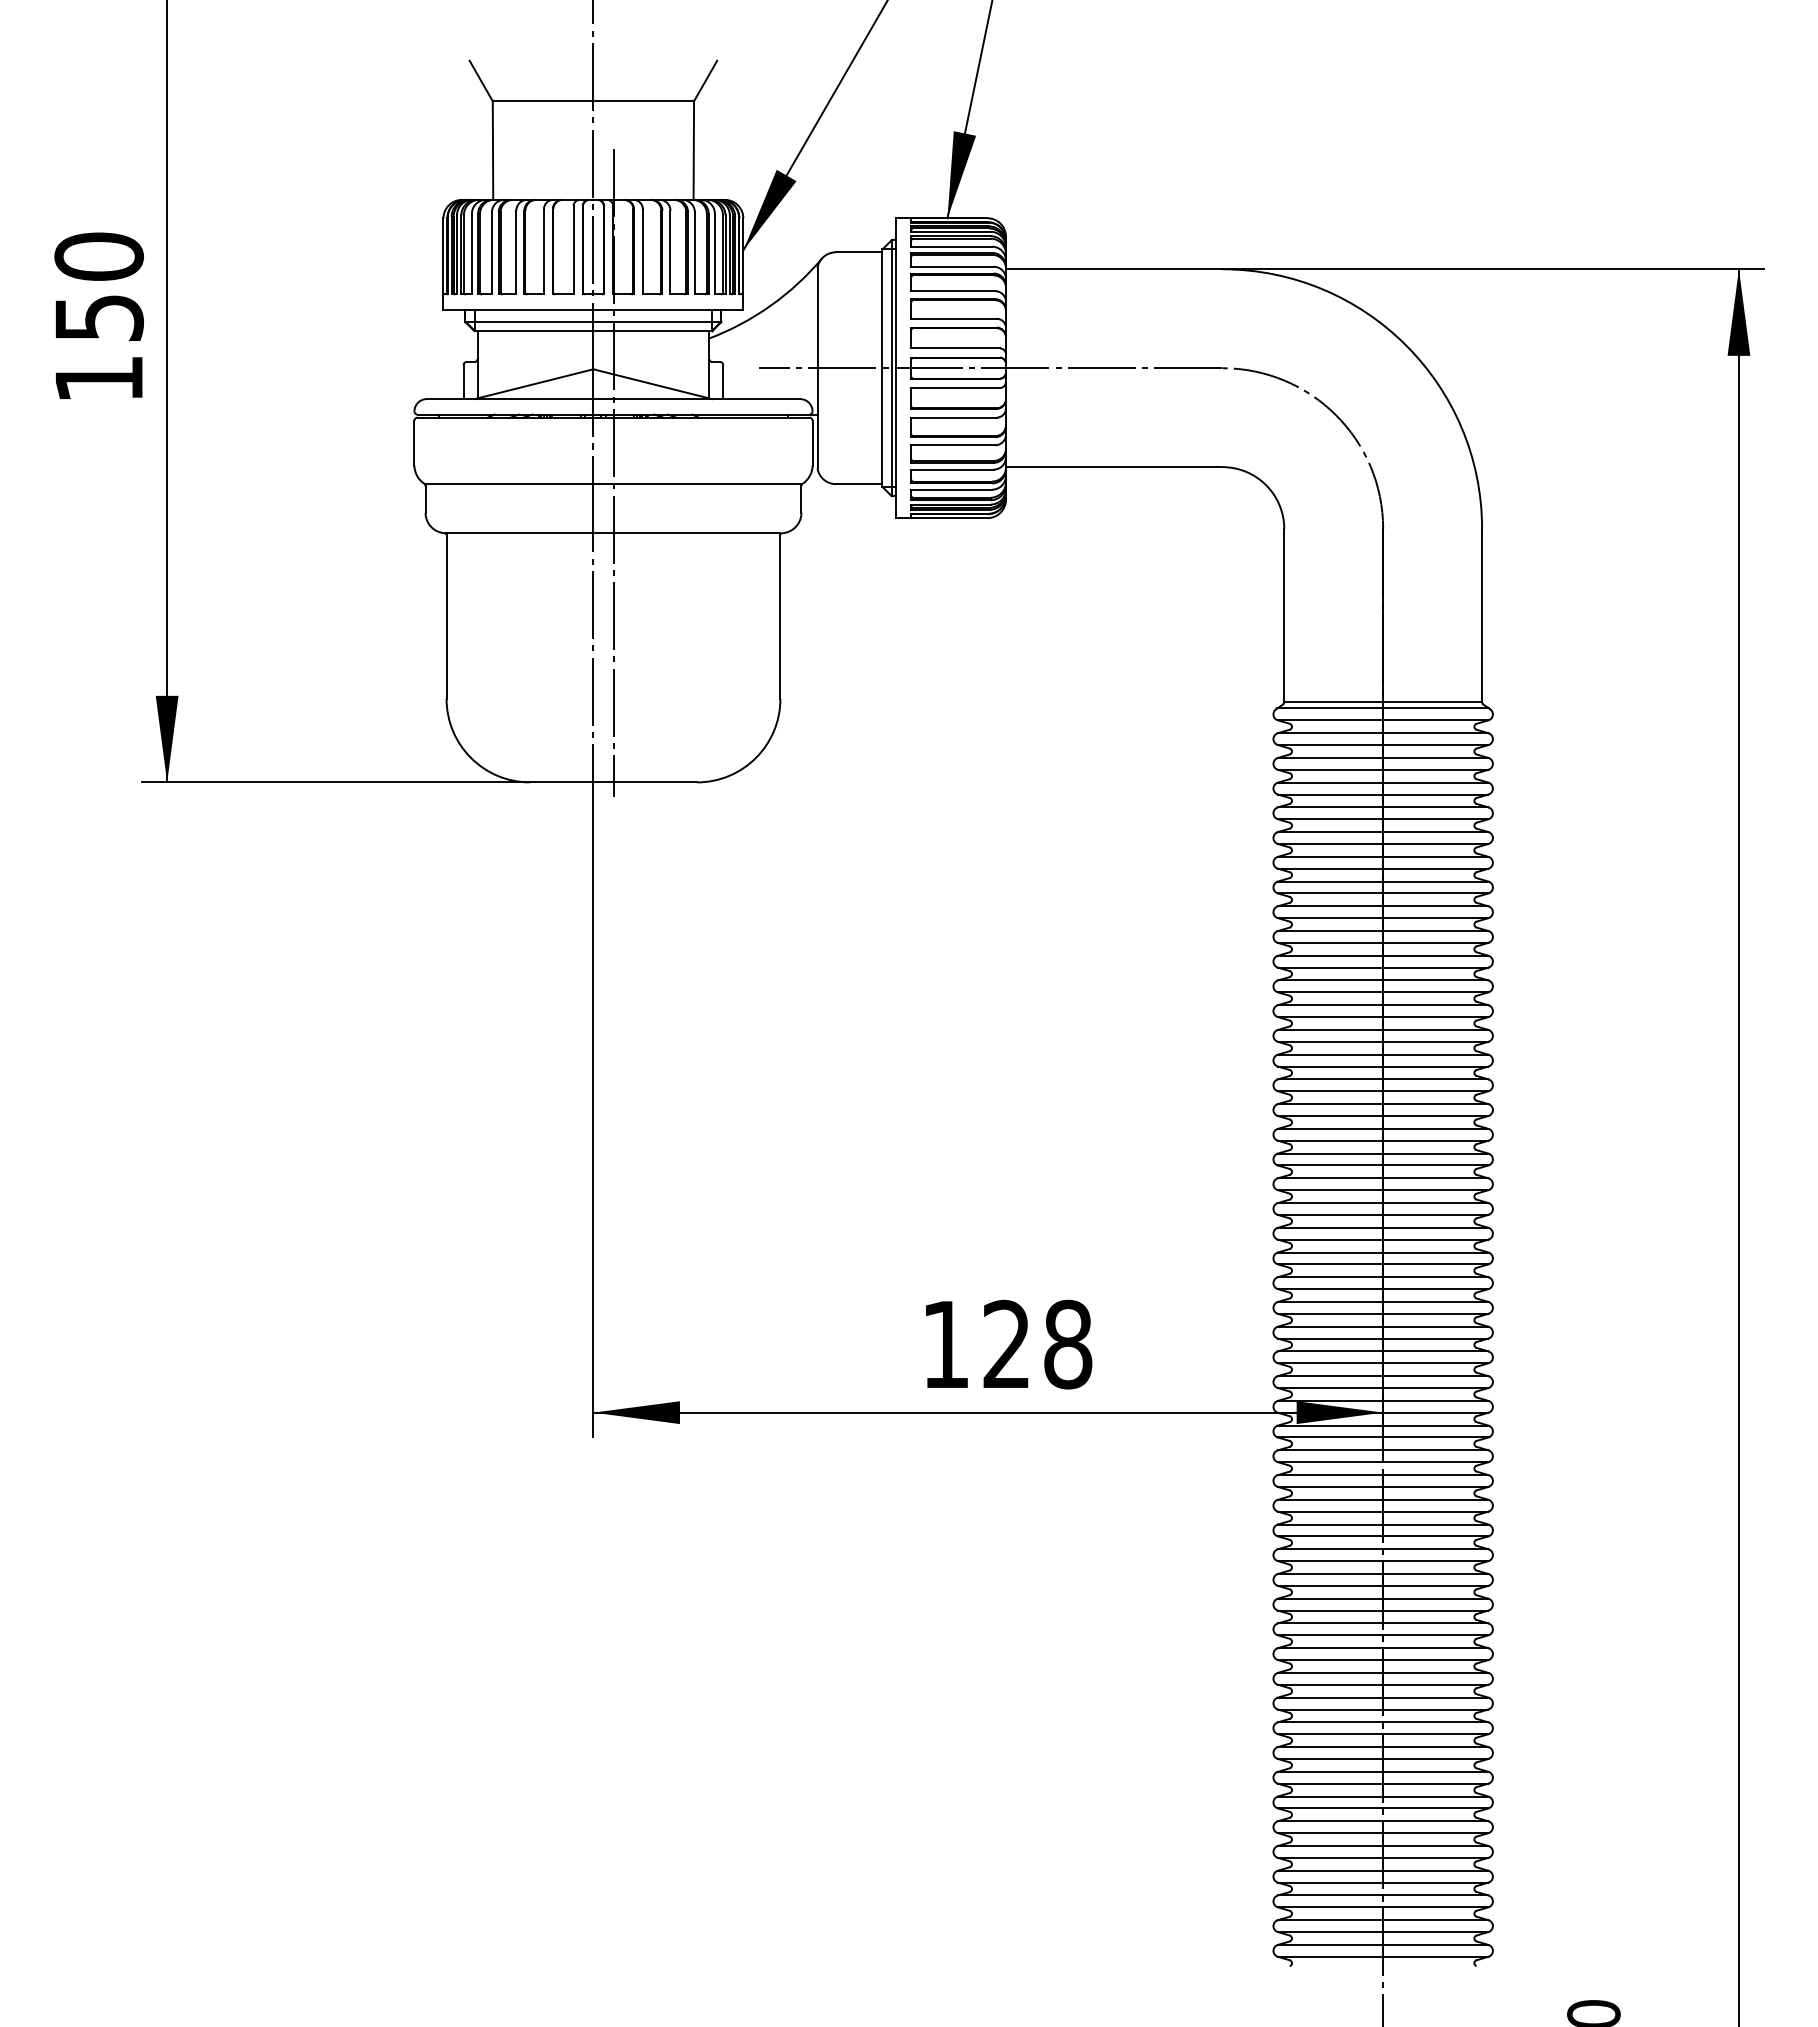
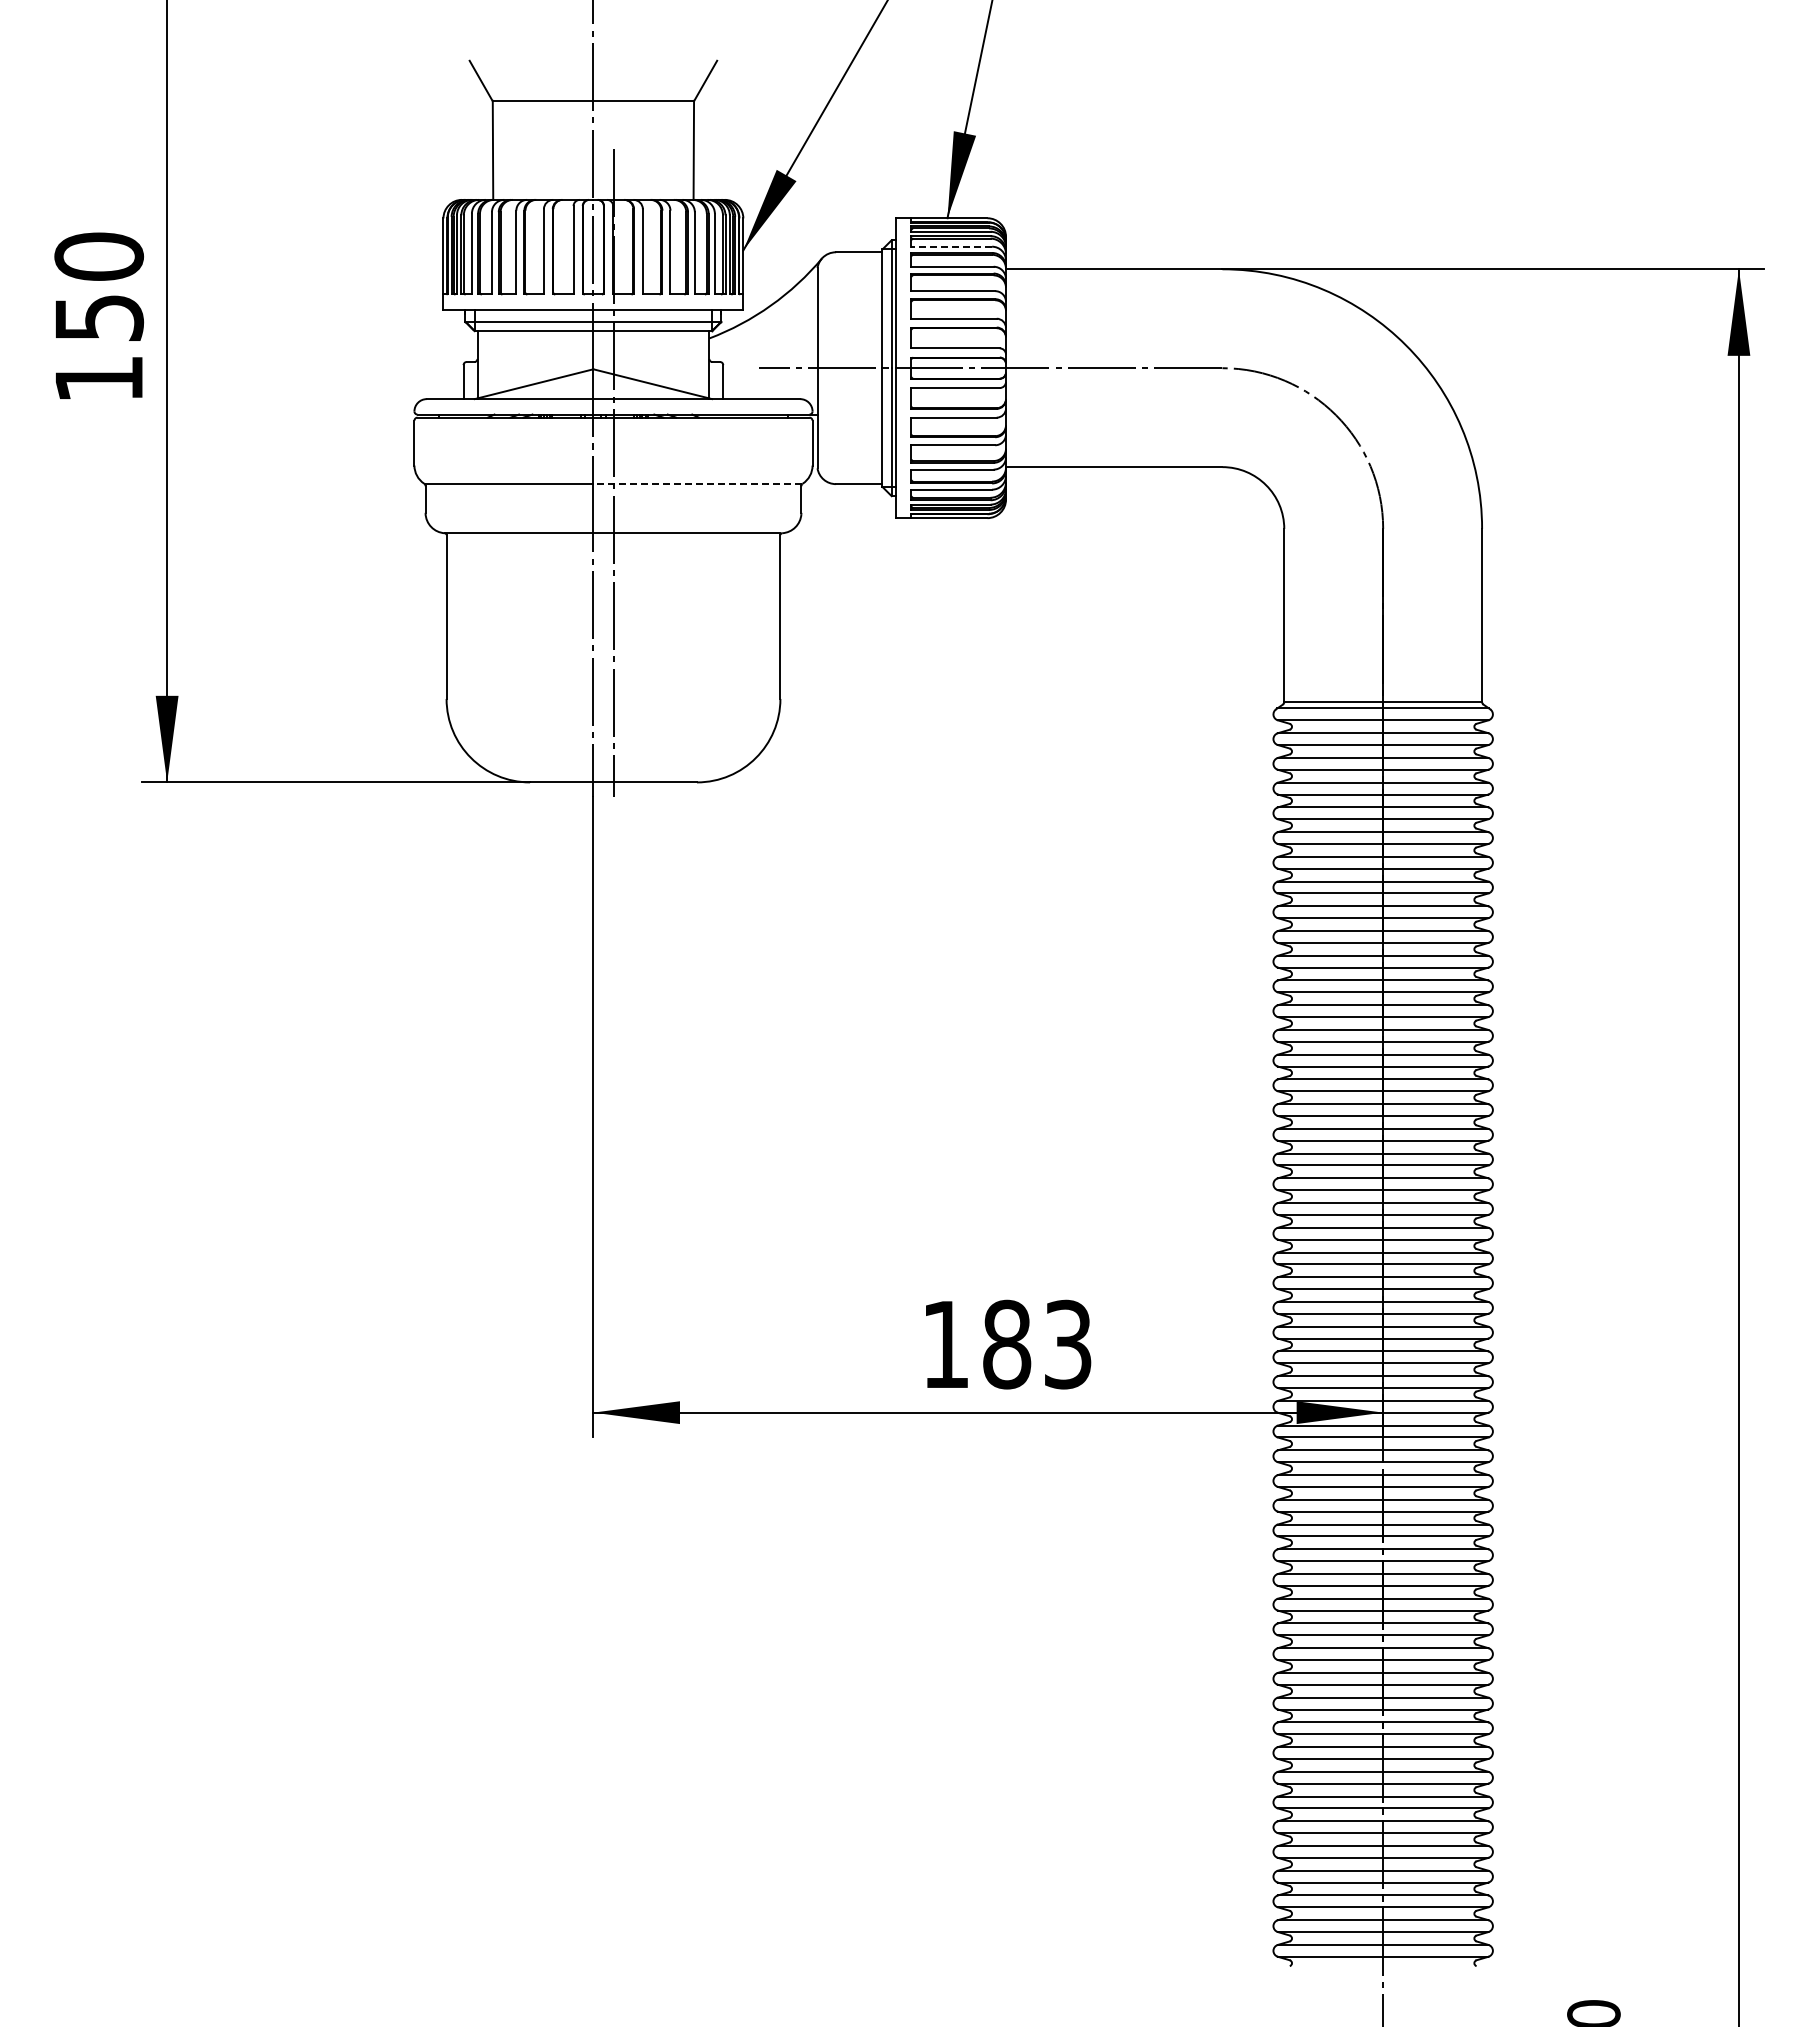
line at (951, 246): solid -> dashed
line at (697, 484): solid -> dashed
text at (1037, 1344): 128 -> 183
